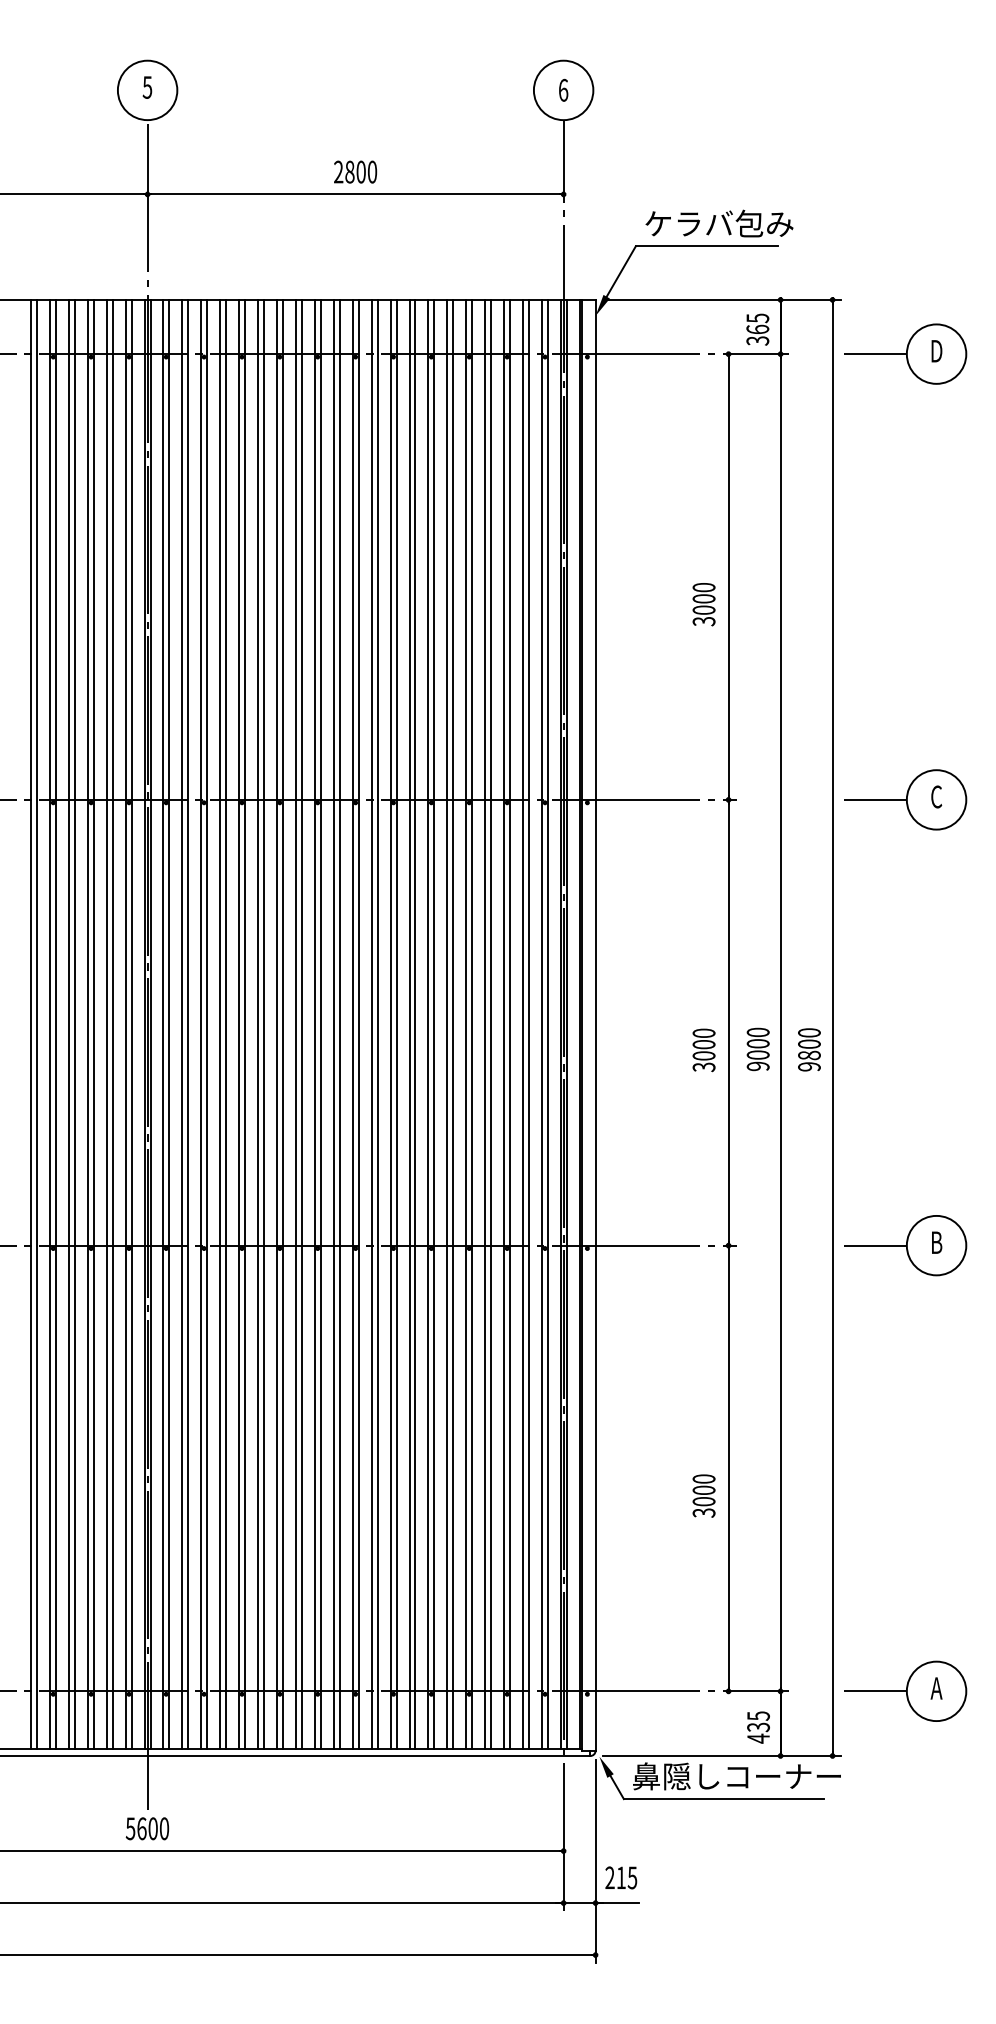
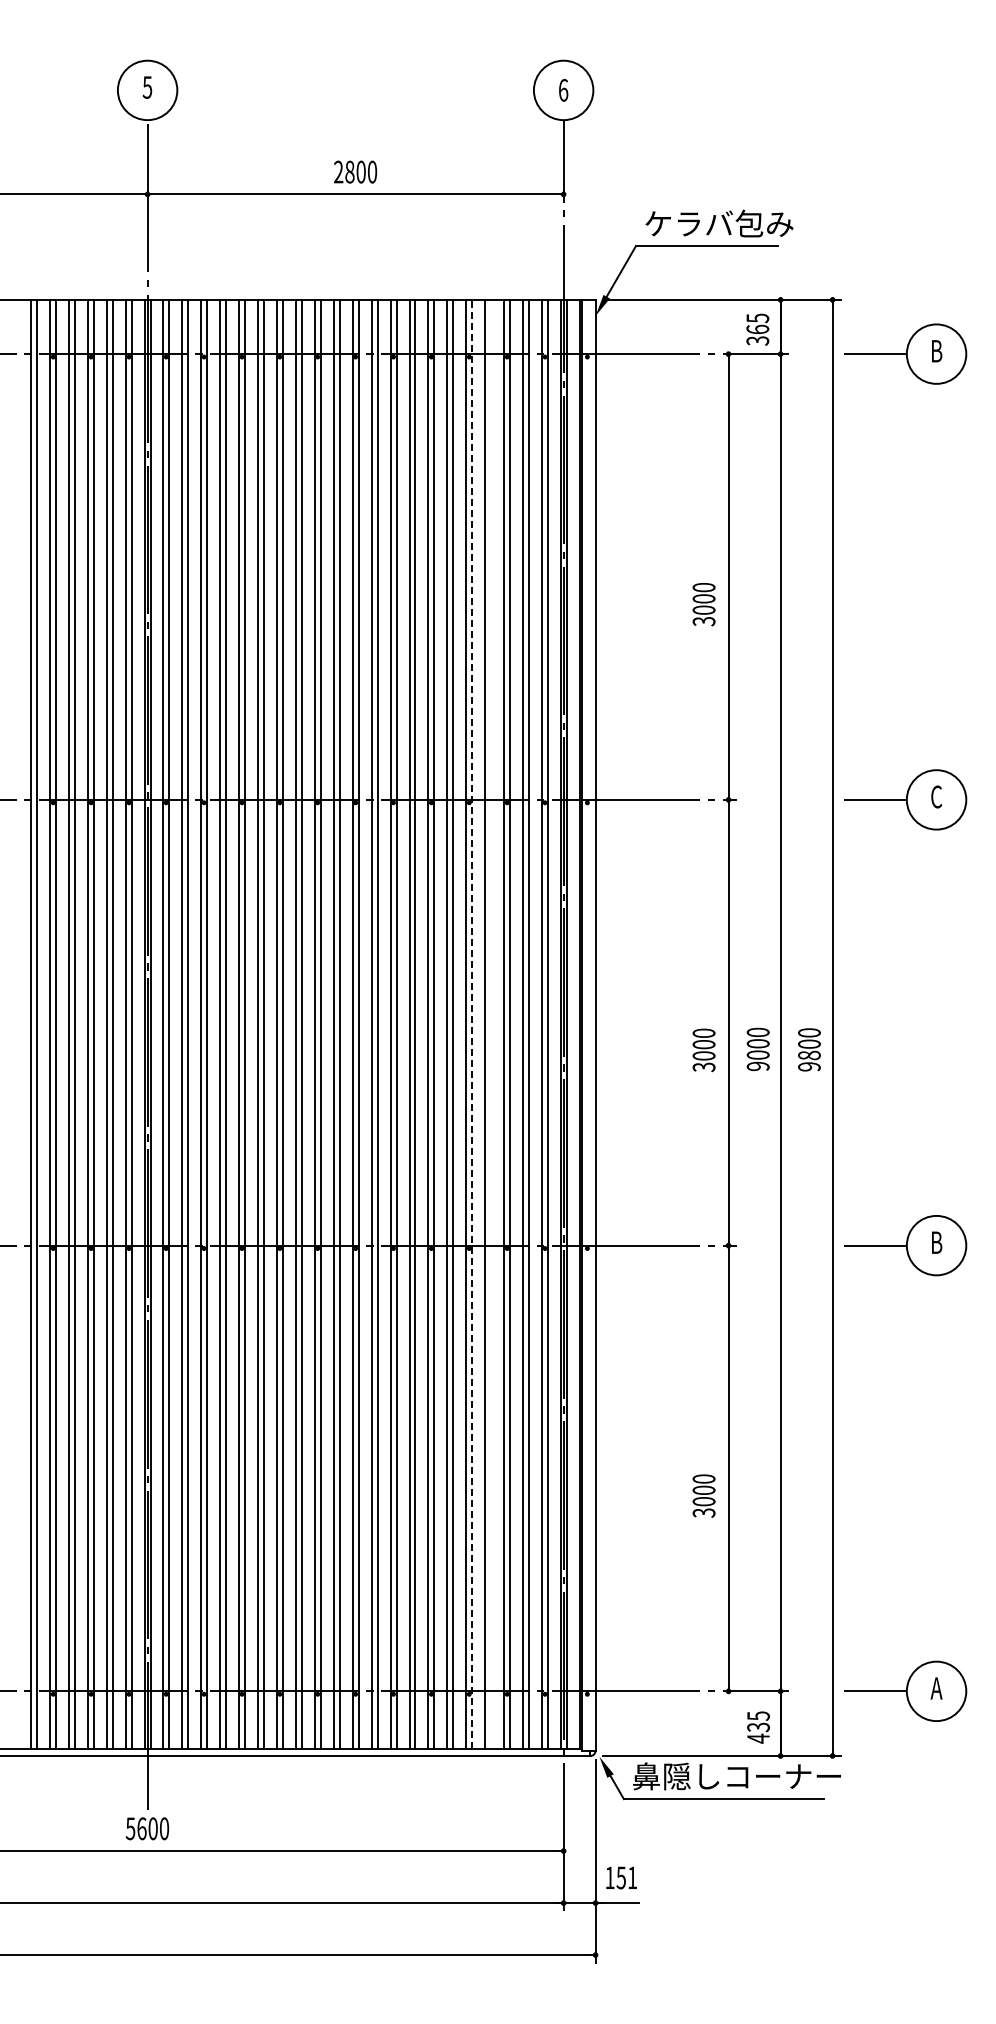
text at (936, 351): D -> B
line at (472, 1024): solid -> dashed
line at (491, 1024): present -> none
text at (621, 1877): 215 -> 151
